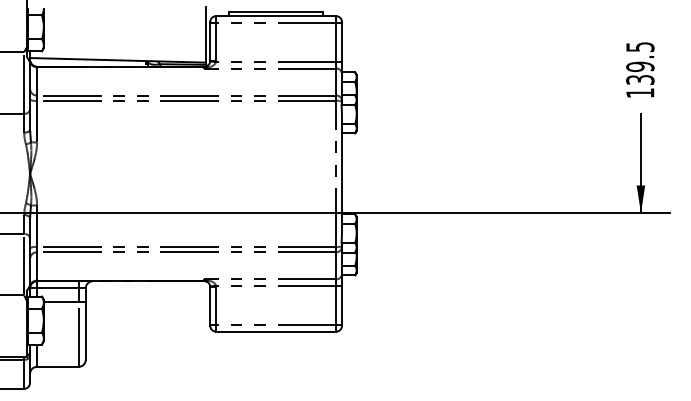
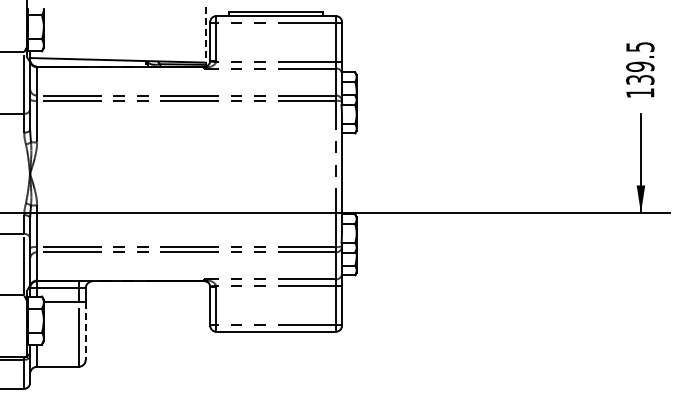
line at (205, 34): solid -> dashed
line at (85, 331): solid -> dashed
